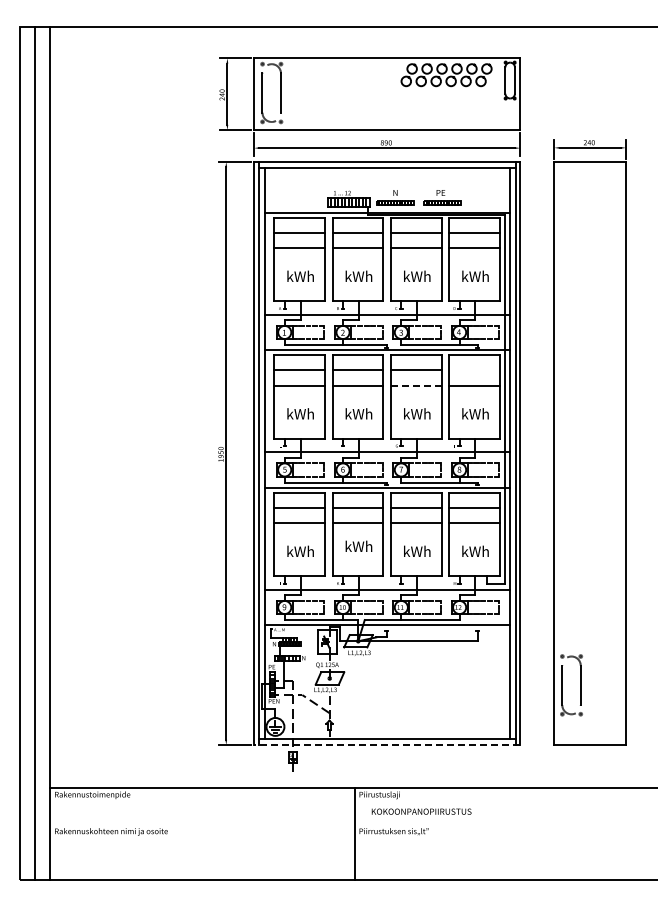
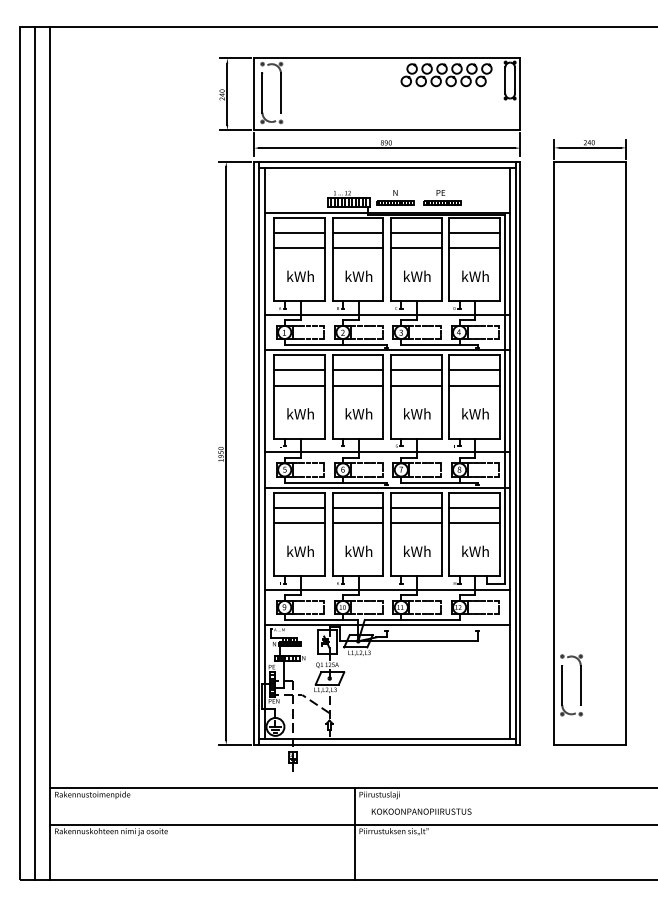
line at (474, 370): none -> present
line at (415, 385): dashed -> solid
text at (358, 545) position: (358, 545) -> (358, 550)
line at (386, 745): dashed -> solid
line at (352, 824): none -> present
